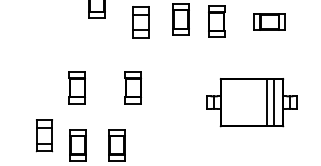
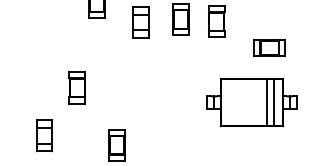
part at (269, 21) position: (269, 21) -> (269, 47)
part at (132, 87): present -> none
part at (77, 145): present -> none
